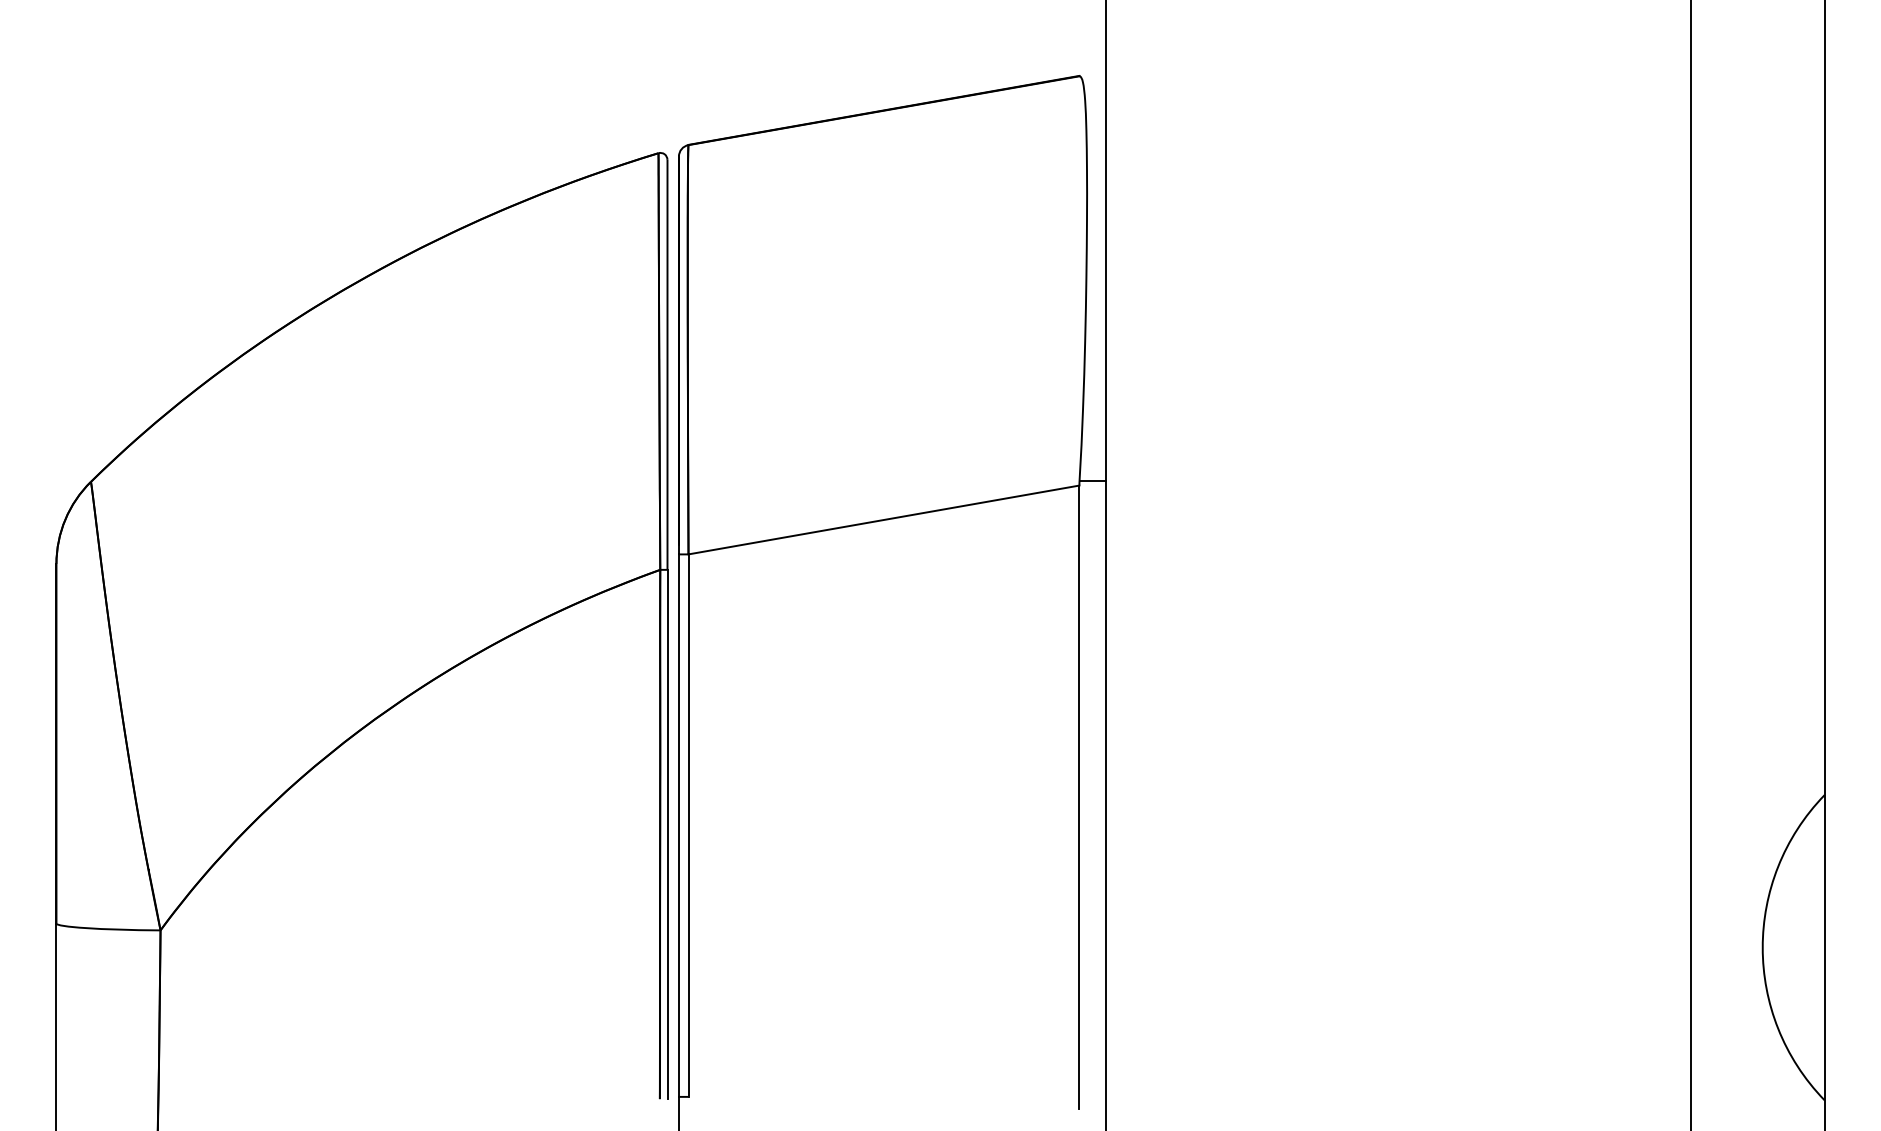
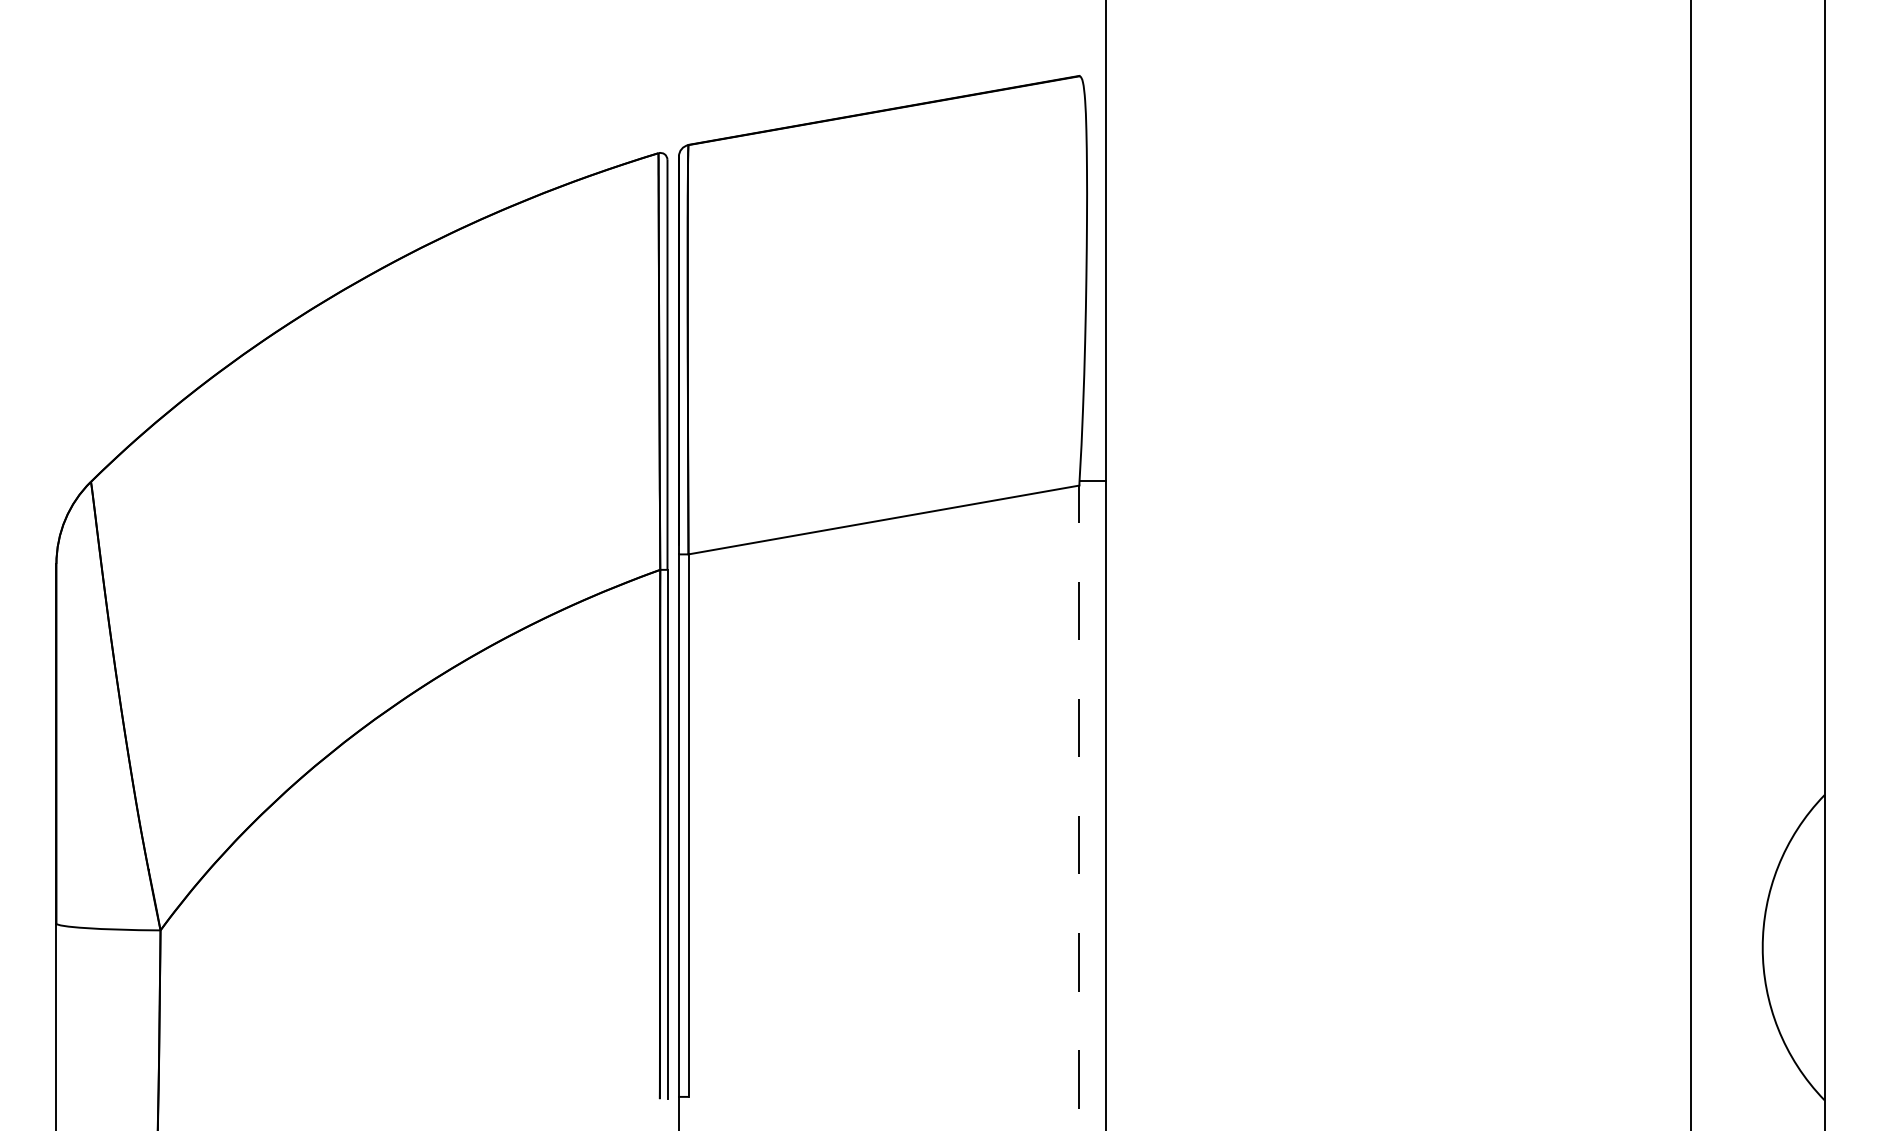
line at (1079, 797): solid -> dashed
